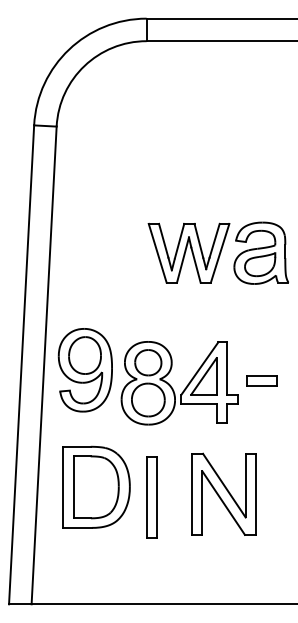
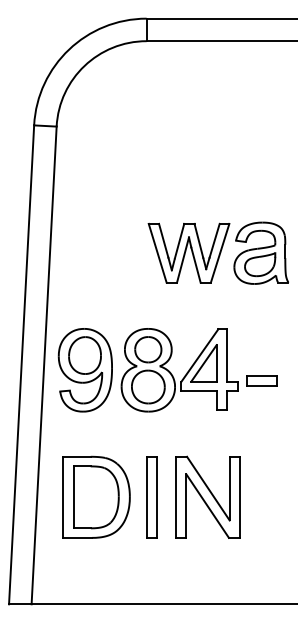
part at (184, 388) position: (184, 388) -> (184, 375)
part at (96, 486) position: (96, 486) -> (96, 496)
part at (223, 493) position: (223, 493) -> (207, 496)
